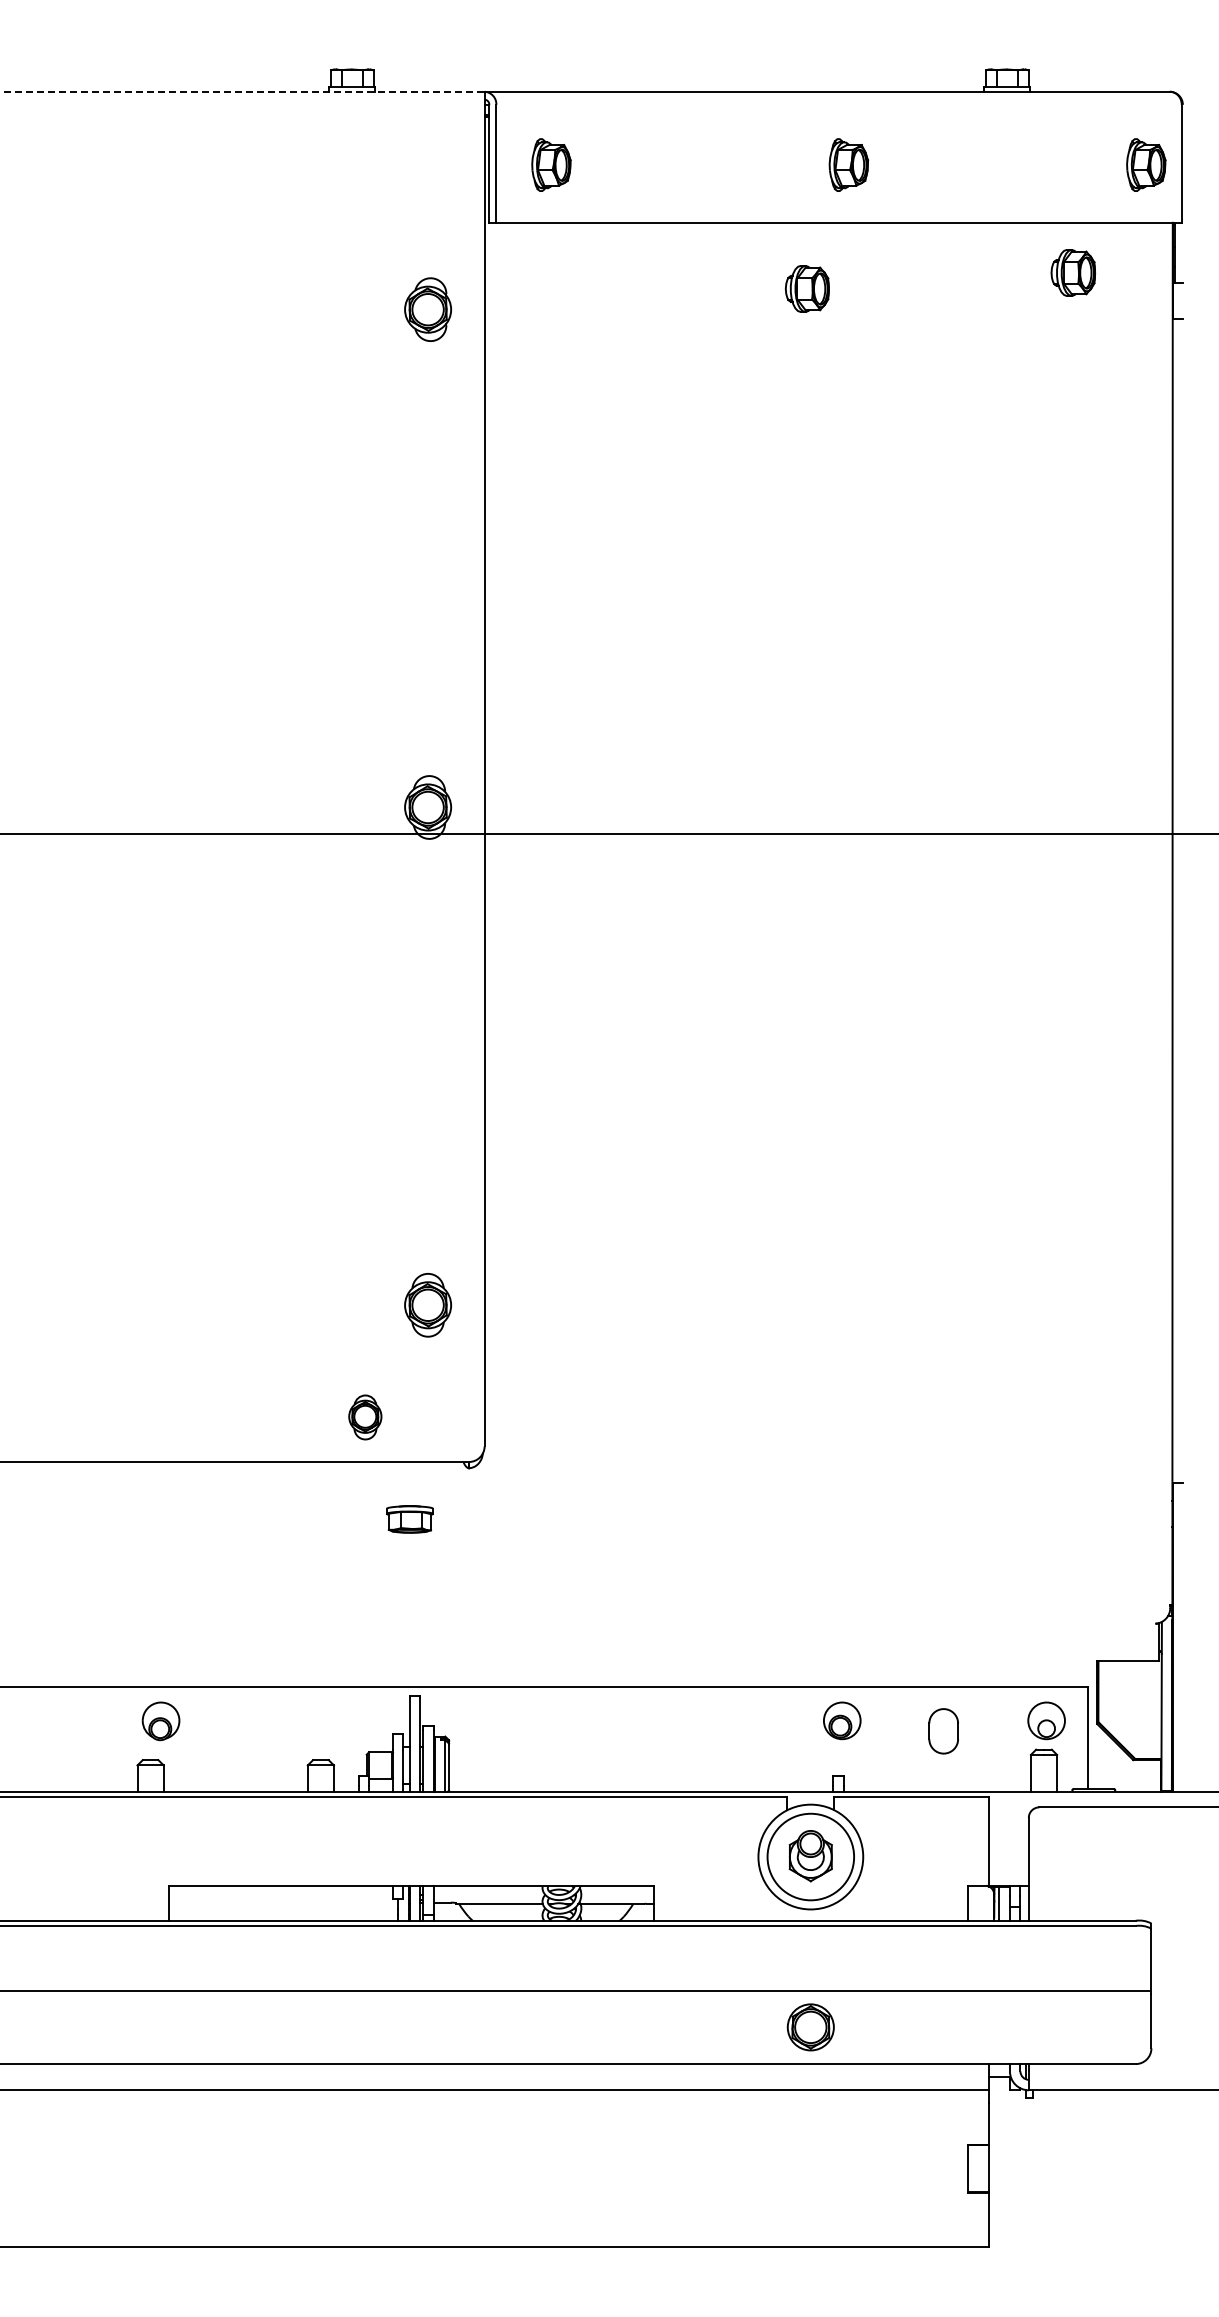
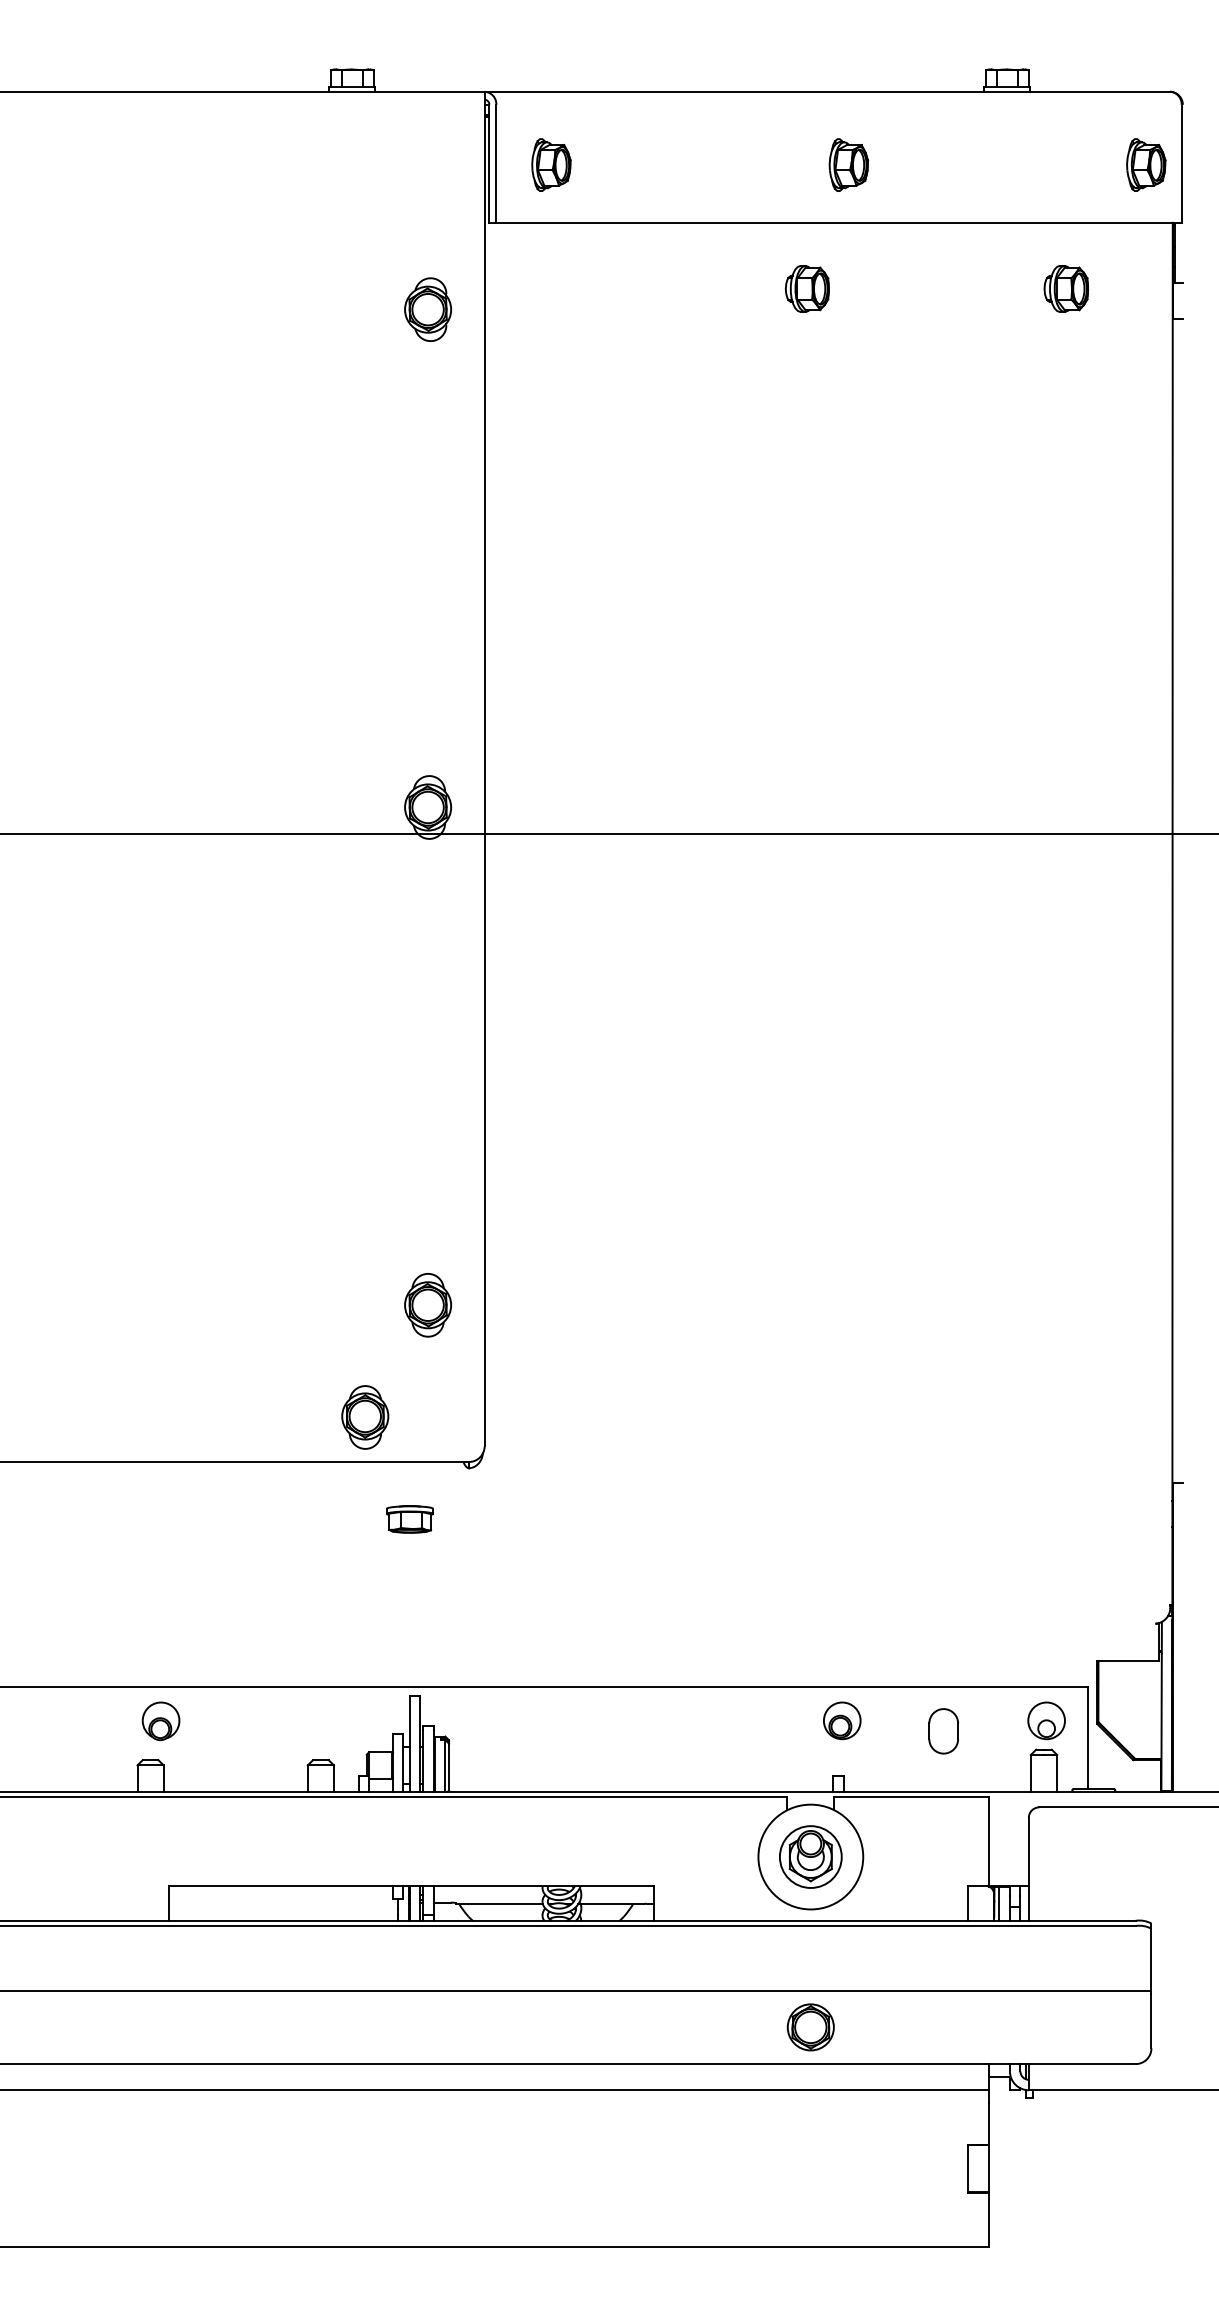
line at (242, 91): dashed -> solid
part at (1073, 272) position: (1073, 272) -> (1066, 288)
part at (365, 1417) size: 35x47 px -> 49x65 px
circle at (810, 1856) diameter: 87 px -> 62 px
